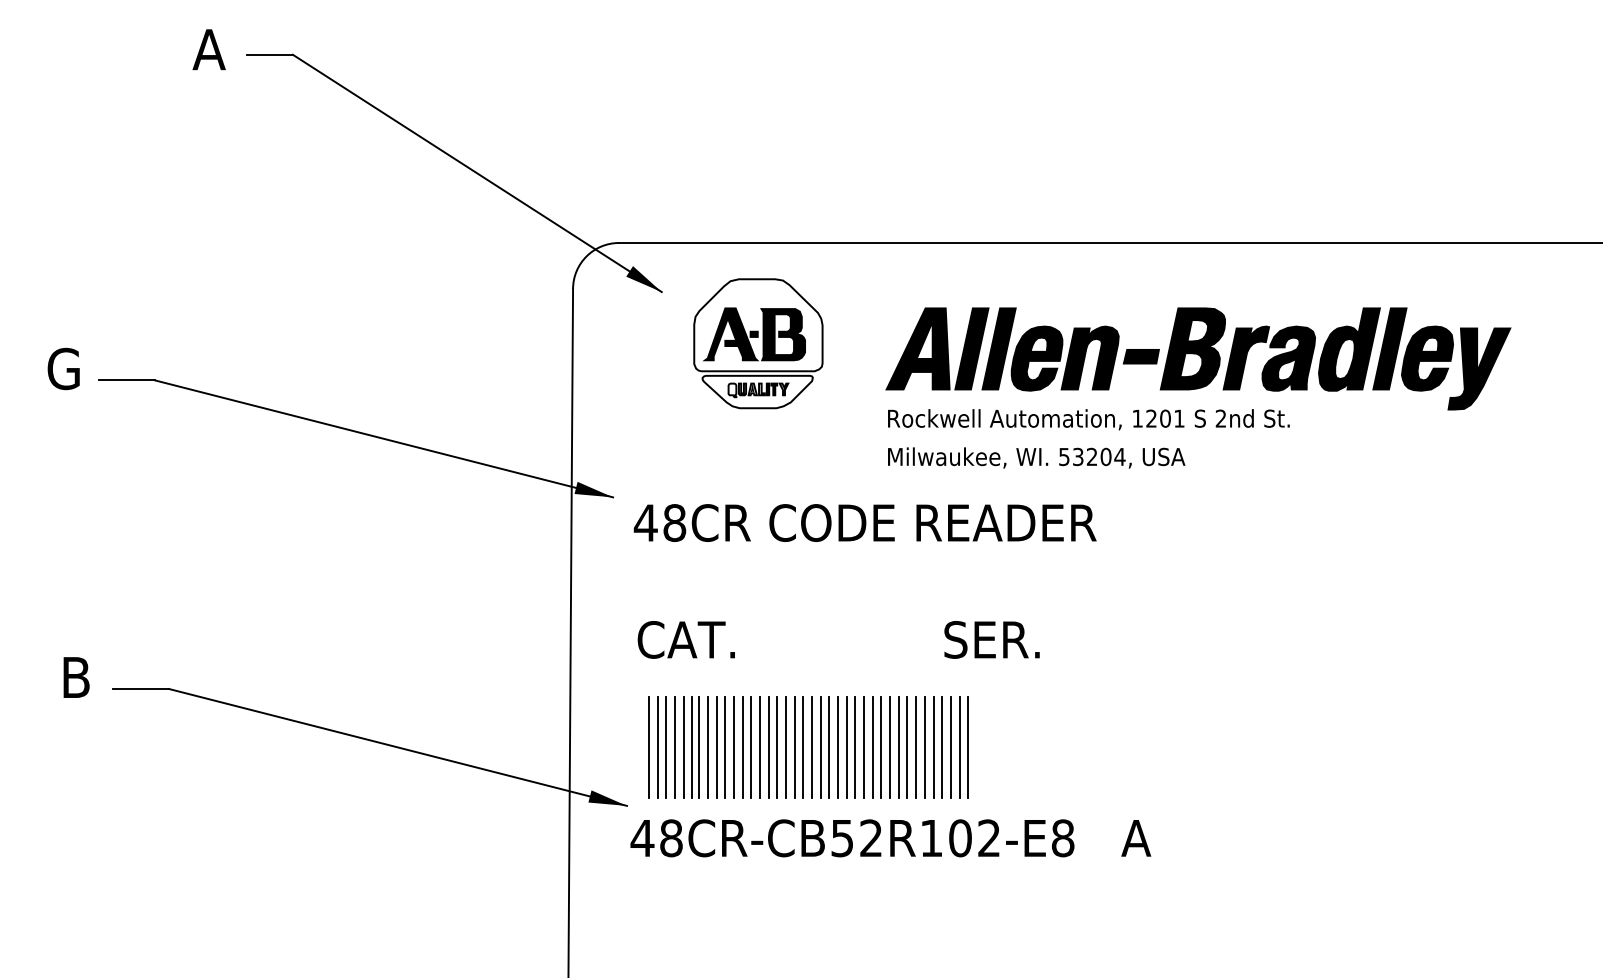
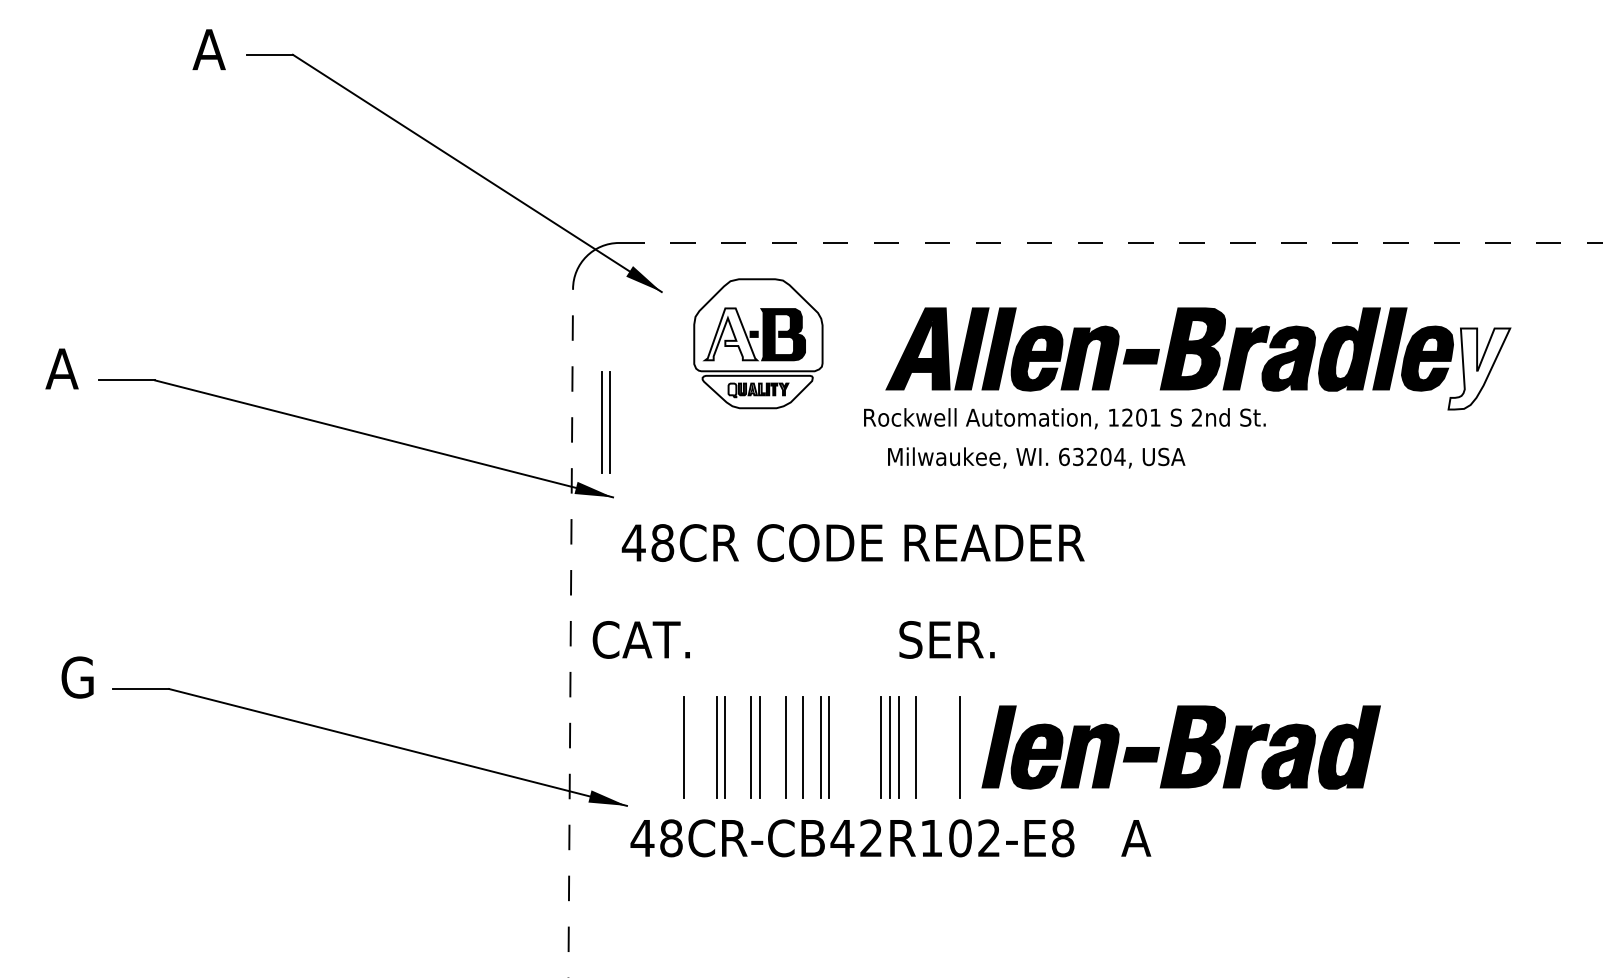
line at (1110, 242): solid -> dashed
fill at (731, 334): present -> none
text at (62, 368): G -> A
fill at (1479, 368): present -> none
text at (1088, 419) position: (1088, 419) -> (1064, 418)
part at (605, 422): none -> present
text at (1064, 456): 53204, -> 63204,
text at (864, 522) position: (864, 522) -> (852, 542)
line at (570, 632): solid -> dashed
text at (838, 639) position: (838, 639) -> (793, 639)
text at (77, 677): B -> G
line at (648, 746): present -> none
line at (657, 746): present -> none
line at (666, 746): present -> none
line at (674, 746): present -> none
line at (692, 746): present -> none
line at (699, 746): present -> none
line at (708, 746): present -> none
line at (734, 746): present -> none
line at (742, 746): present -> none
line at (768, 746): present -> none
line at (777, 746): present -> none
line at (794, 746): present -> none
line at (812, 746): present -> none
line at (837, 746): present -> none
line at (846, 746): present -> none
line at (855, 746): present -> none
line at (863, 746): present -> none
line at (872, 746): present -> none
line at (907, 746): present -> none
line at (925, 746): present -> none
line at (933, 746): present -> none
line at (942, 746): present -> none
line at (968, 746): present -> none
line at (950, 747): present -> none
part at (1180, 747): none -> present
text at (842, 838): 48CR-CB52R102-E8 -> 48CR-CB42R102-E8
